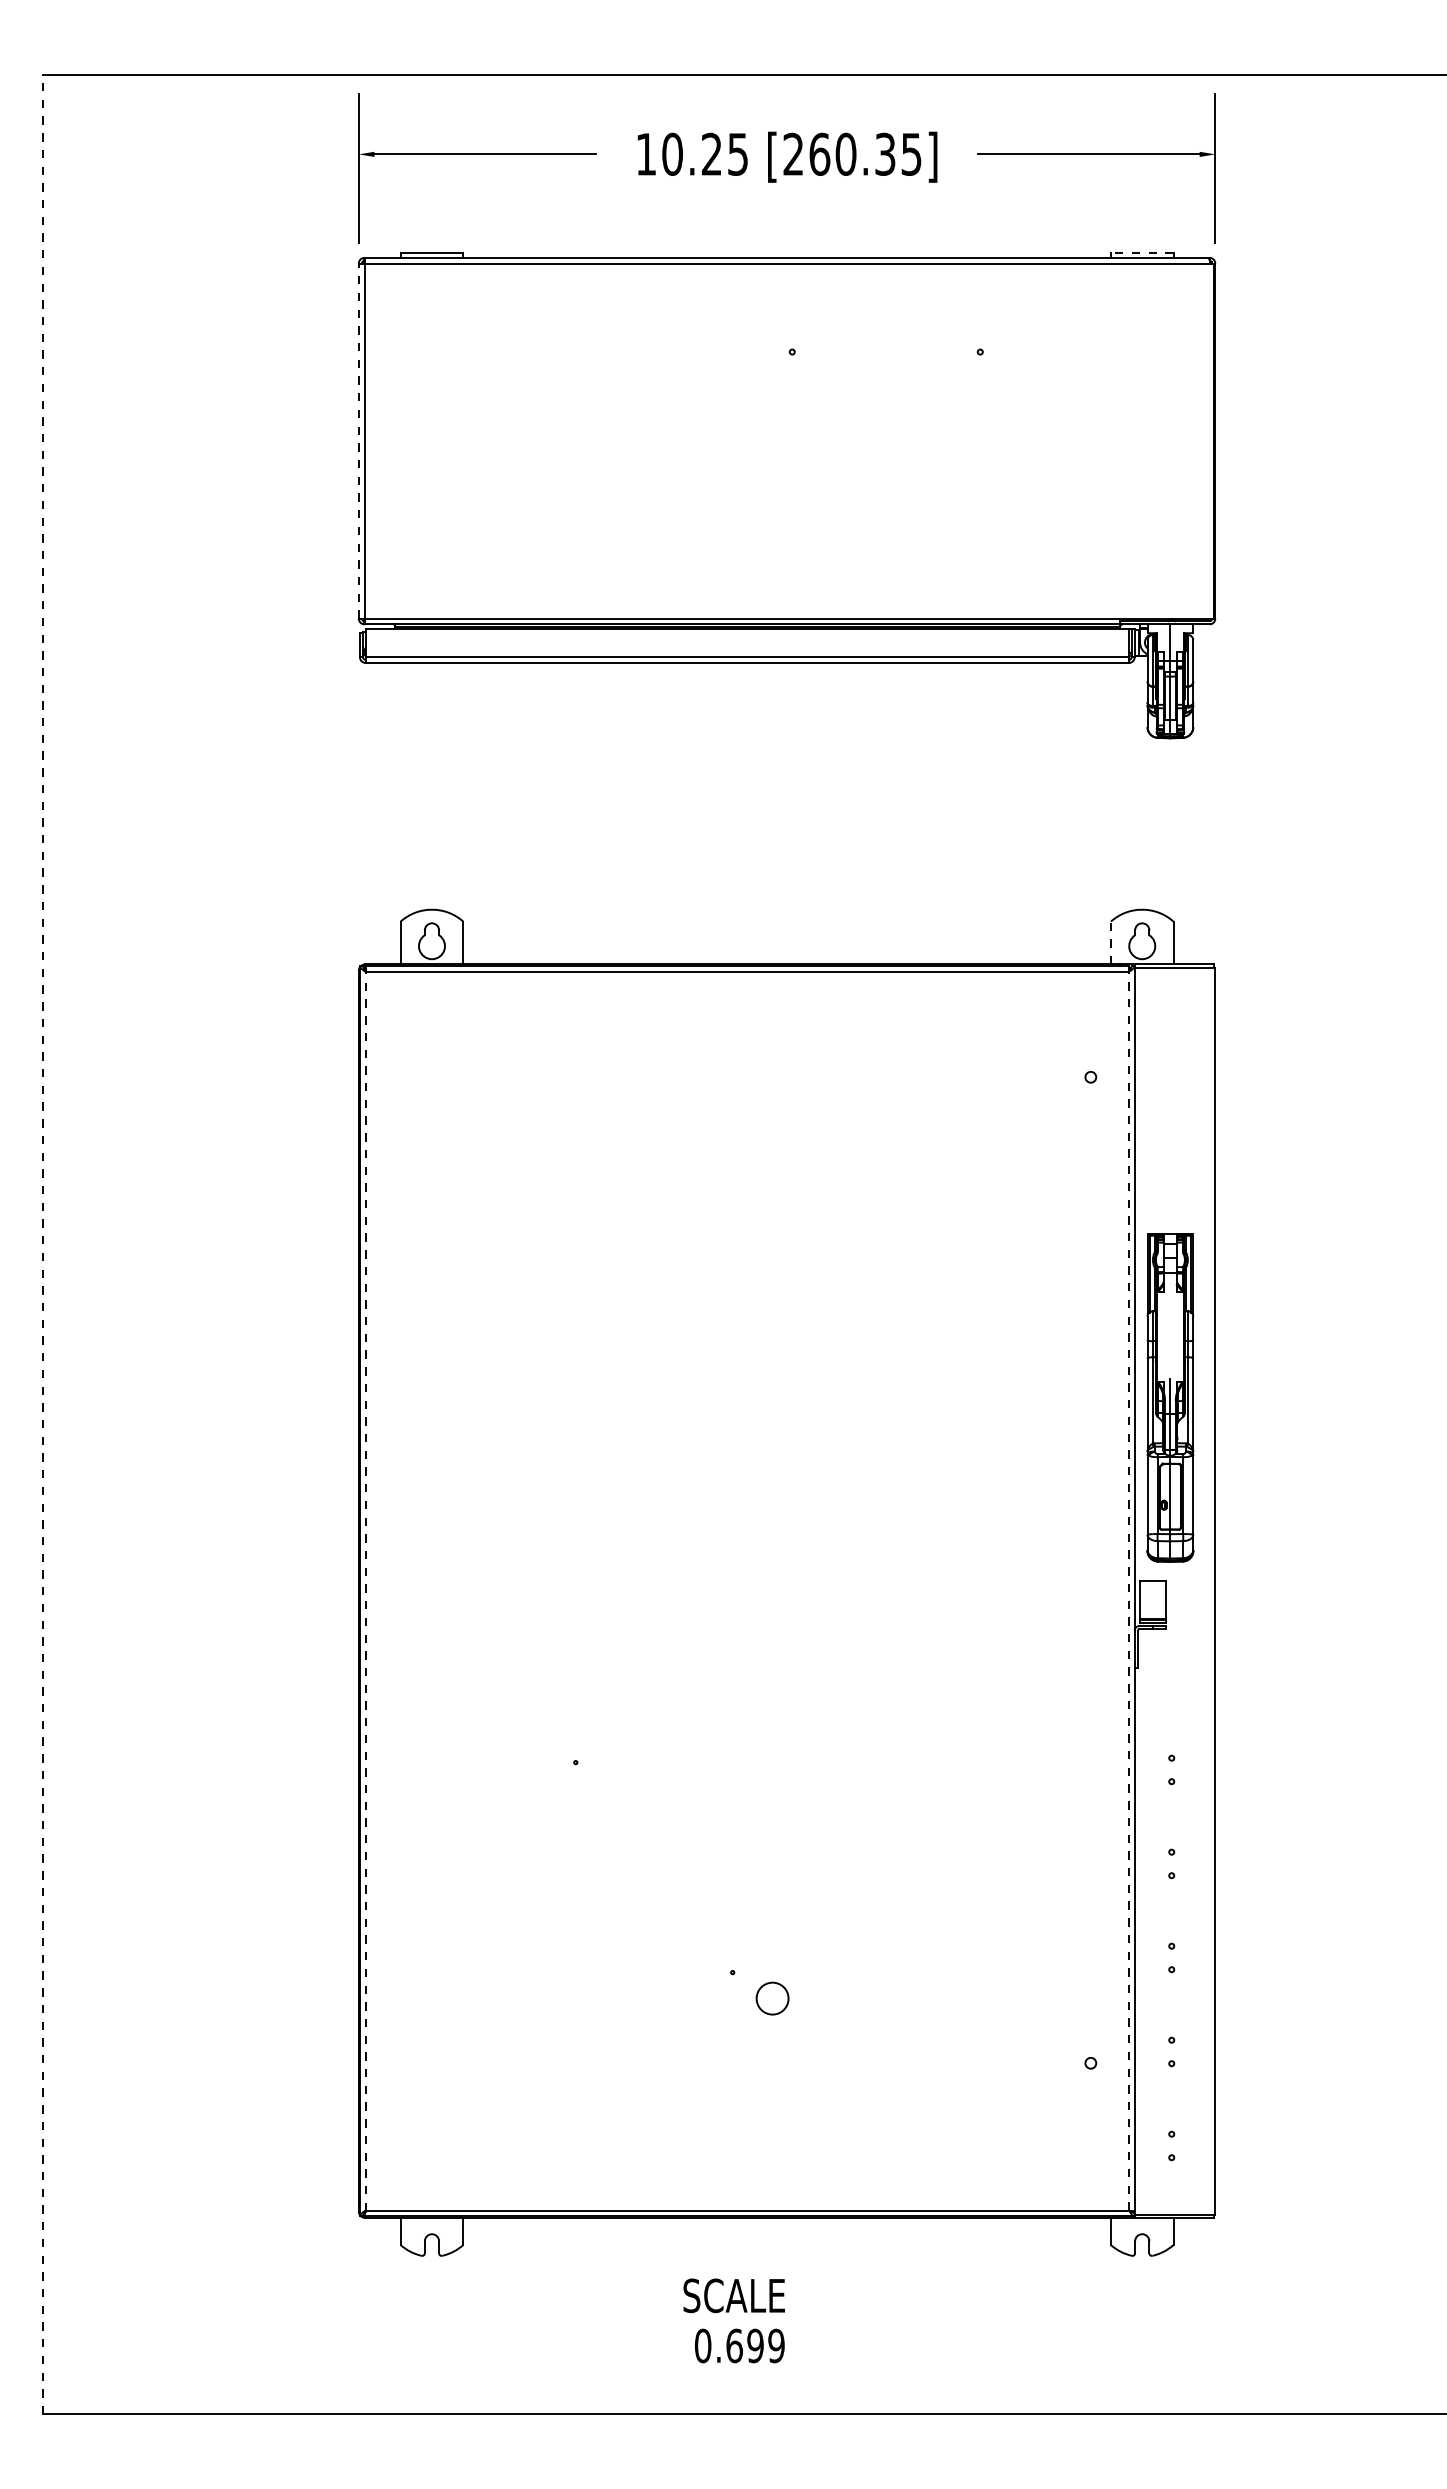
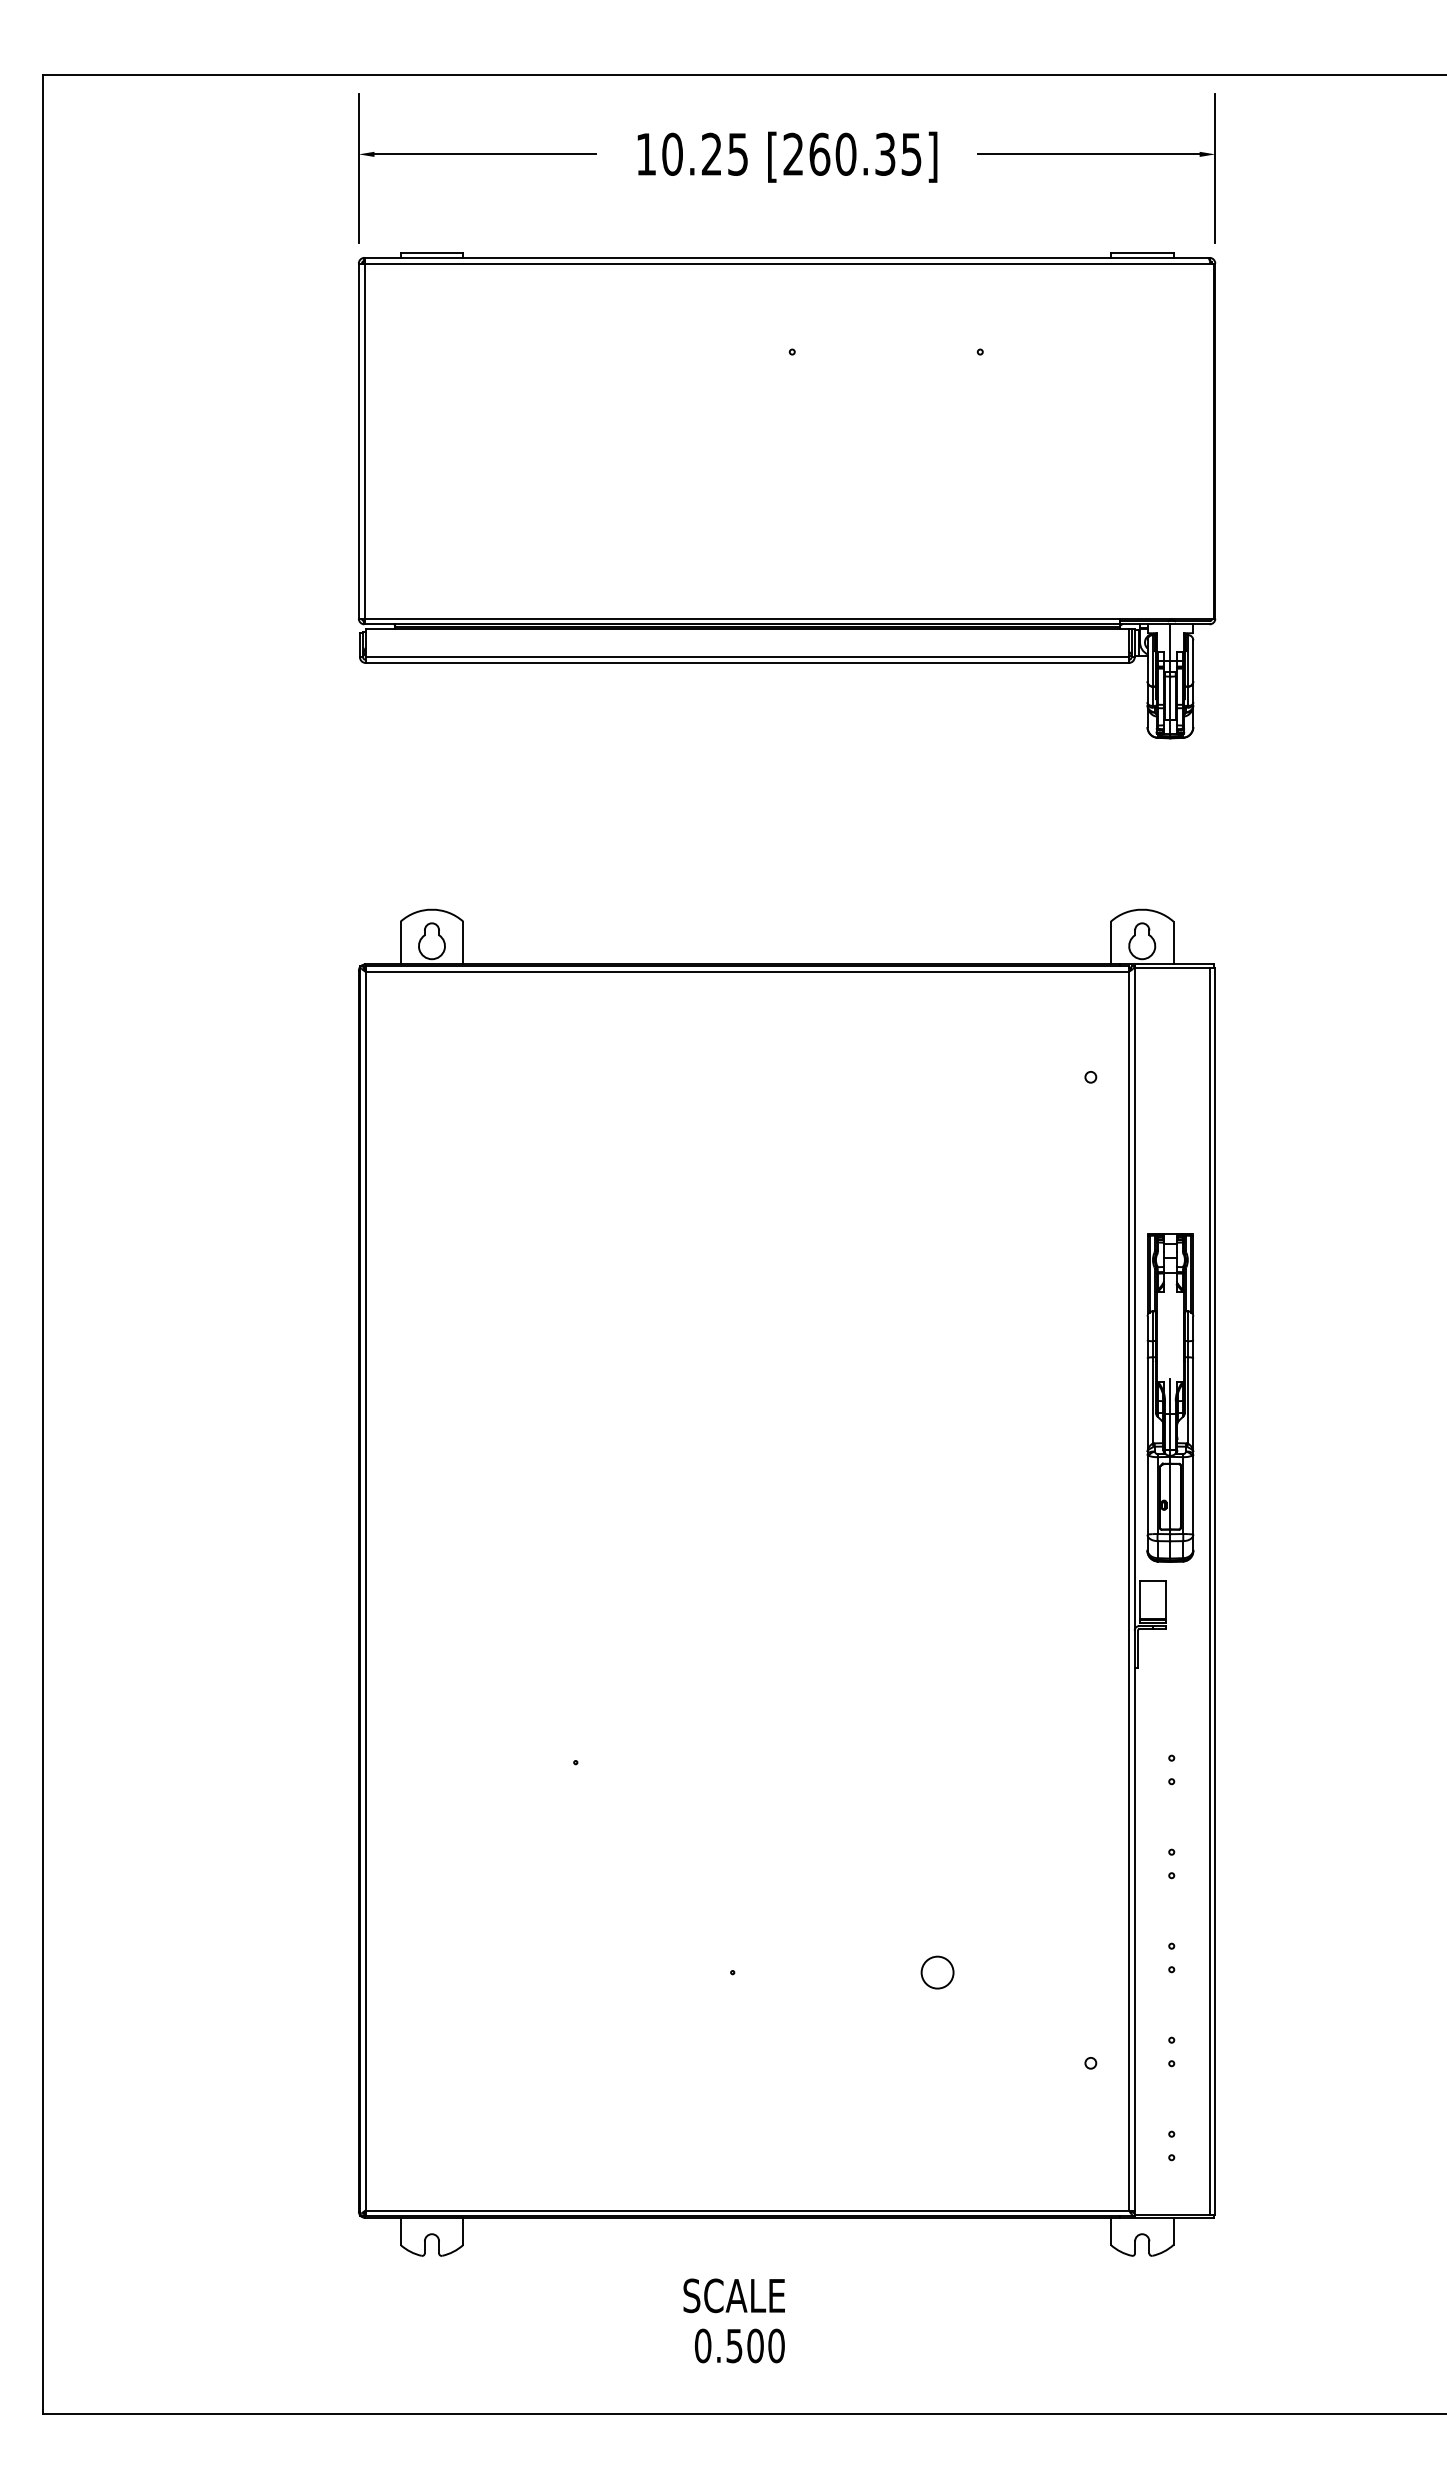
line at (1141, 253): dashed -> solid
line at (358, 441): dashed -> solid
line at (1110, 942): dashed -> solid
line at (43, 1244): dashed -> solid
line at (1129, 1587): dashed -> solid
line at (1209, 1590): none -> present
line at (365, 1591): dashed -> solid
circle at (772, 1998) position: (772, 1998) -> (937, 1972)
text at (755, 2345): 0.699 -> 0.500
